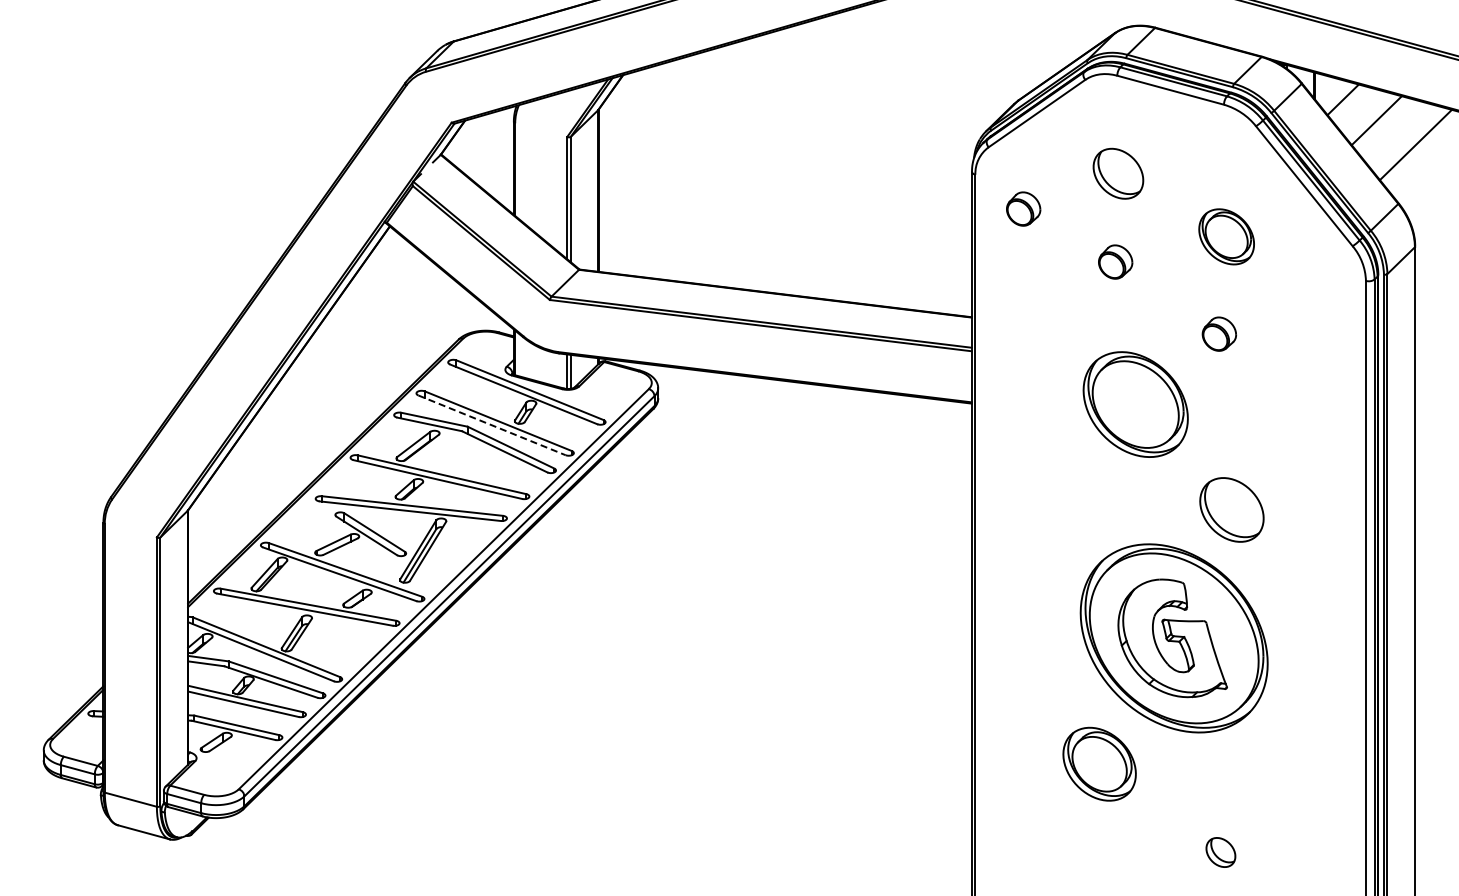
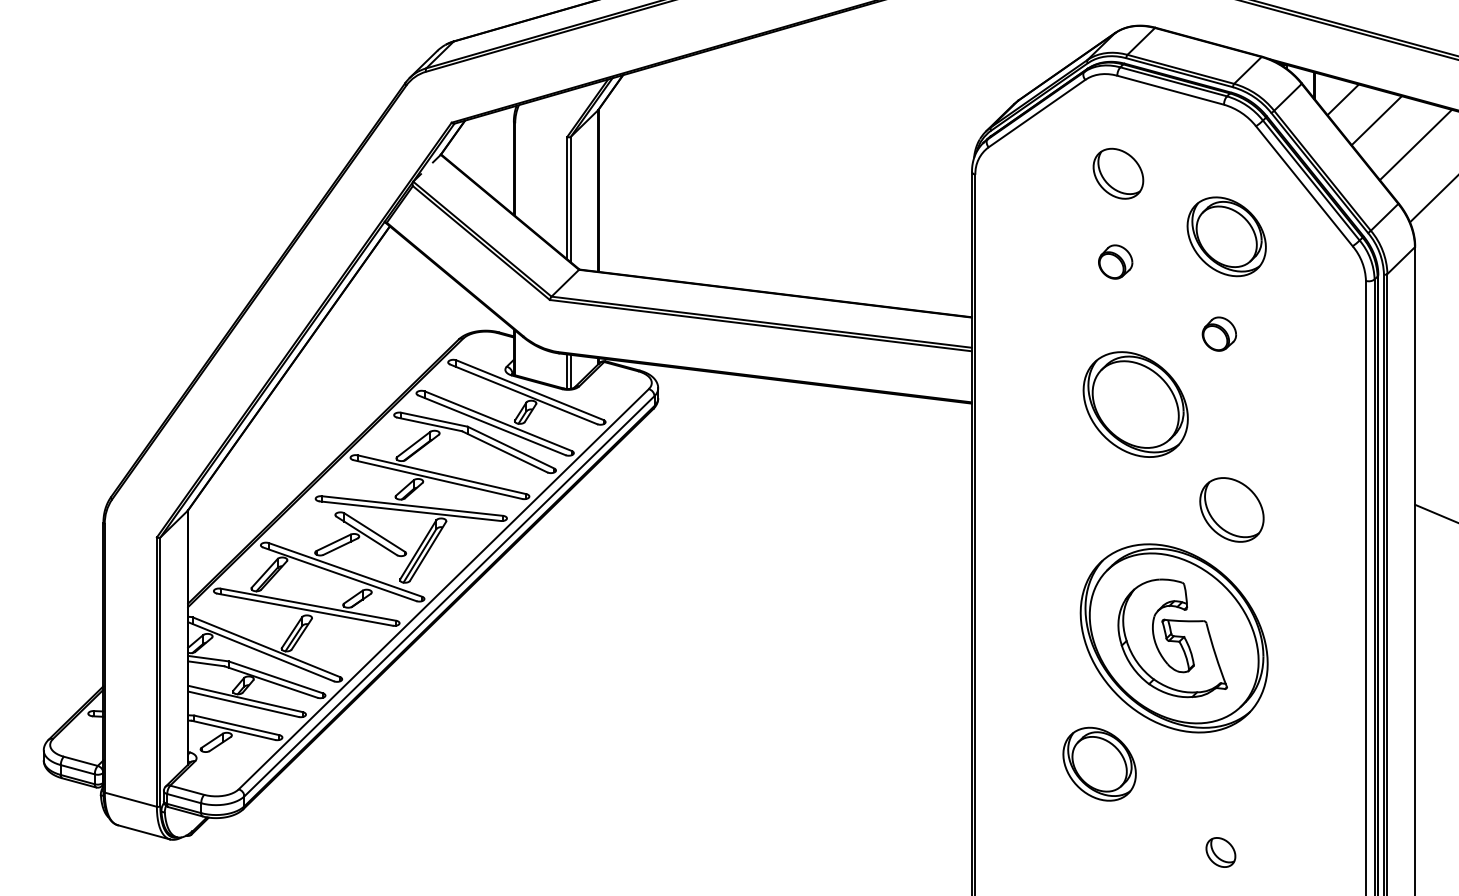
line at (1432, 200): none -> present
part at (1023, 208): present -> none
part at (1226, 236) size: 57x58 px -> 81x82 px
line at (492, 425): dashed -> solid
line at (1435, 512): none -> present
